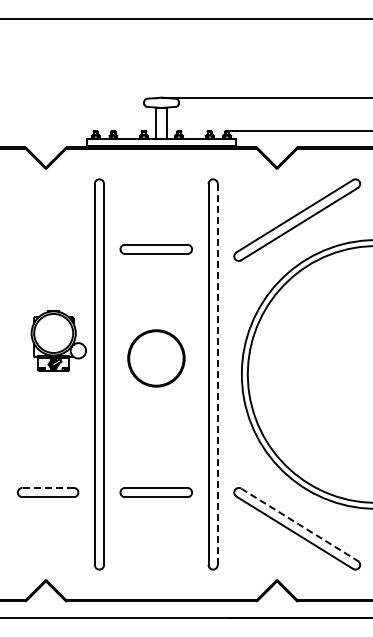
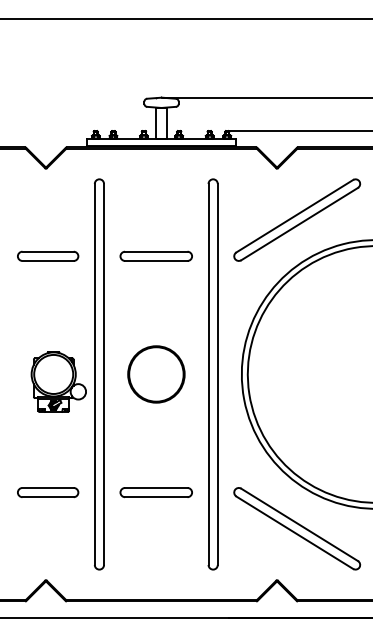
part at (155, 248) position: (155, 248) -> (155, 255)
part at (48, 255): none -> present
part at (58, 340) position: (58, 340) -> (58, 381)
circle at (156, 358) position: (156, 358) -> (156, 374)
line at (217, 374): dashed -> solid
line at (48, 487): dashed -> solid
line at (299, 524): dashed -> solid
